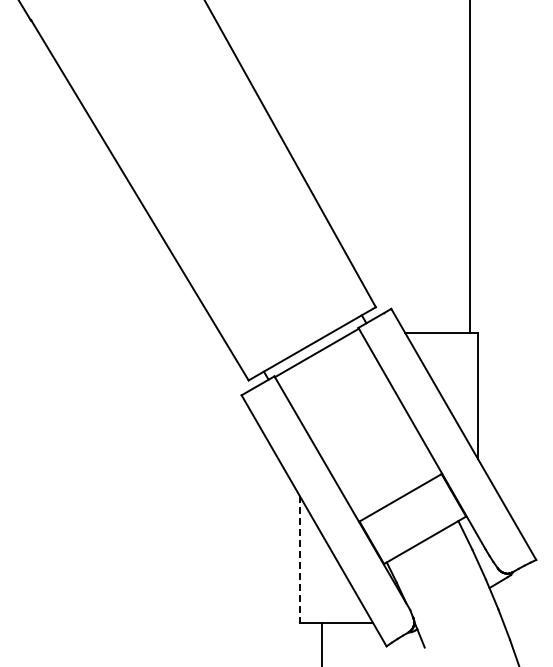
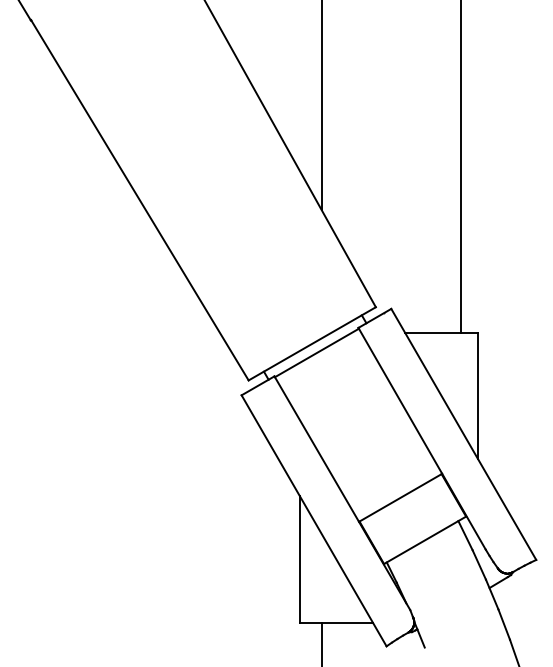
line at (321, 106): none -> present
line at (470, 167) position: (470, 167) -> (461, 167)
line at (299, 559): dashed -> solid
